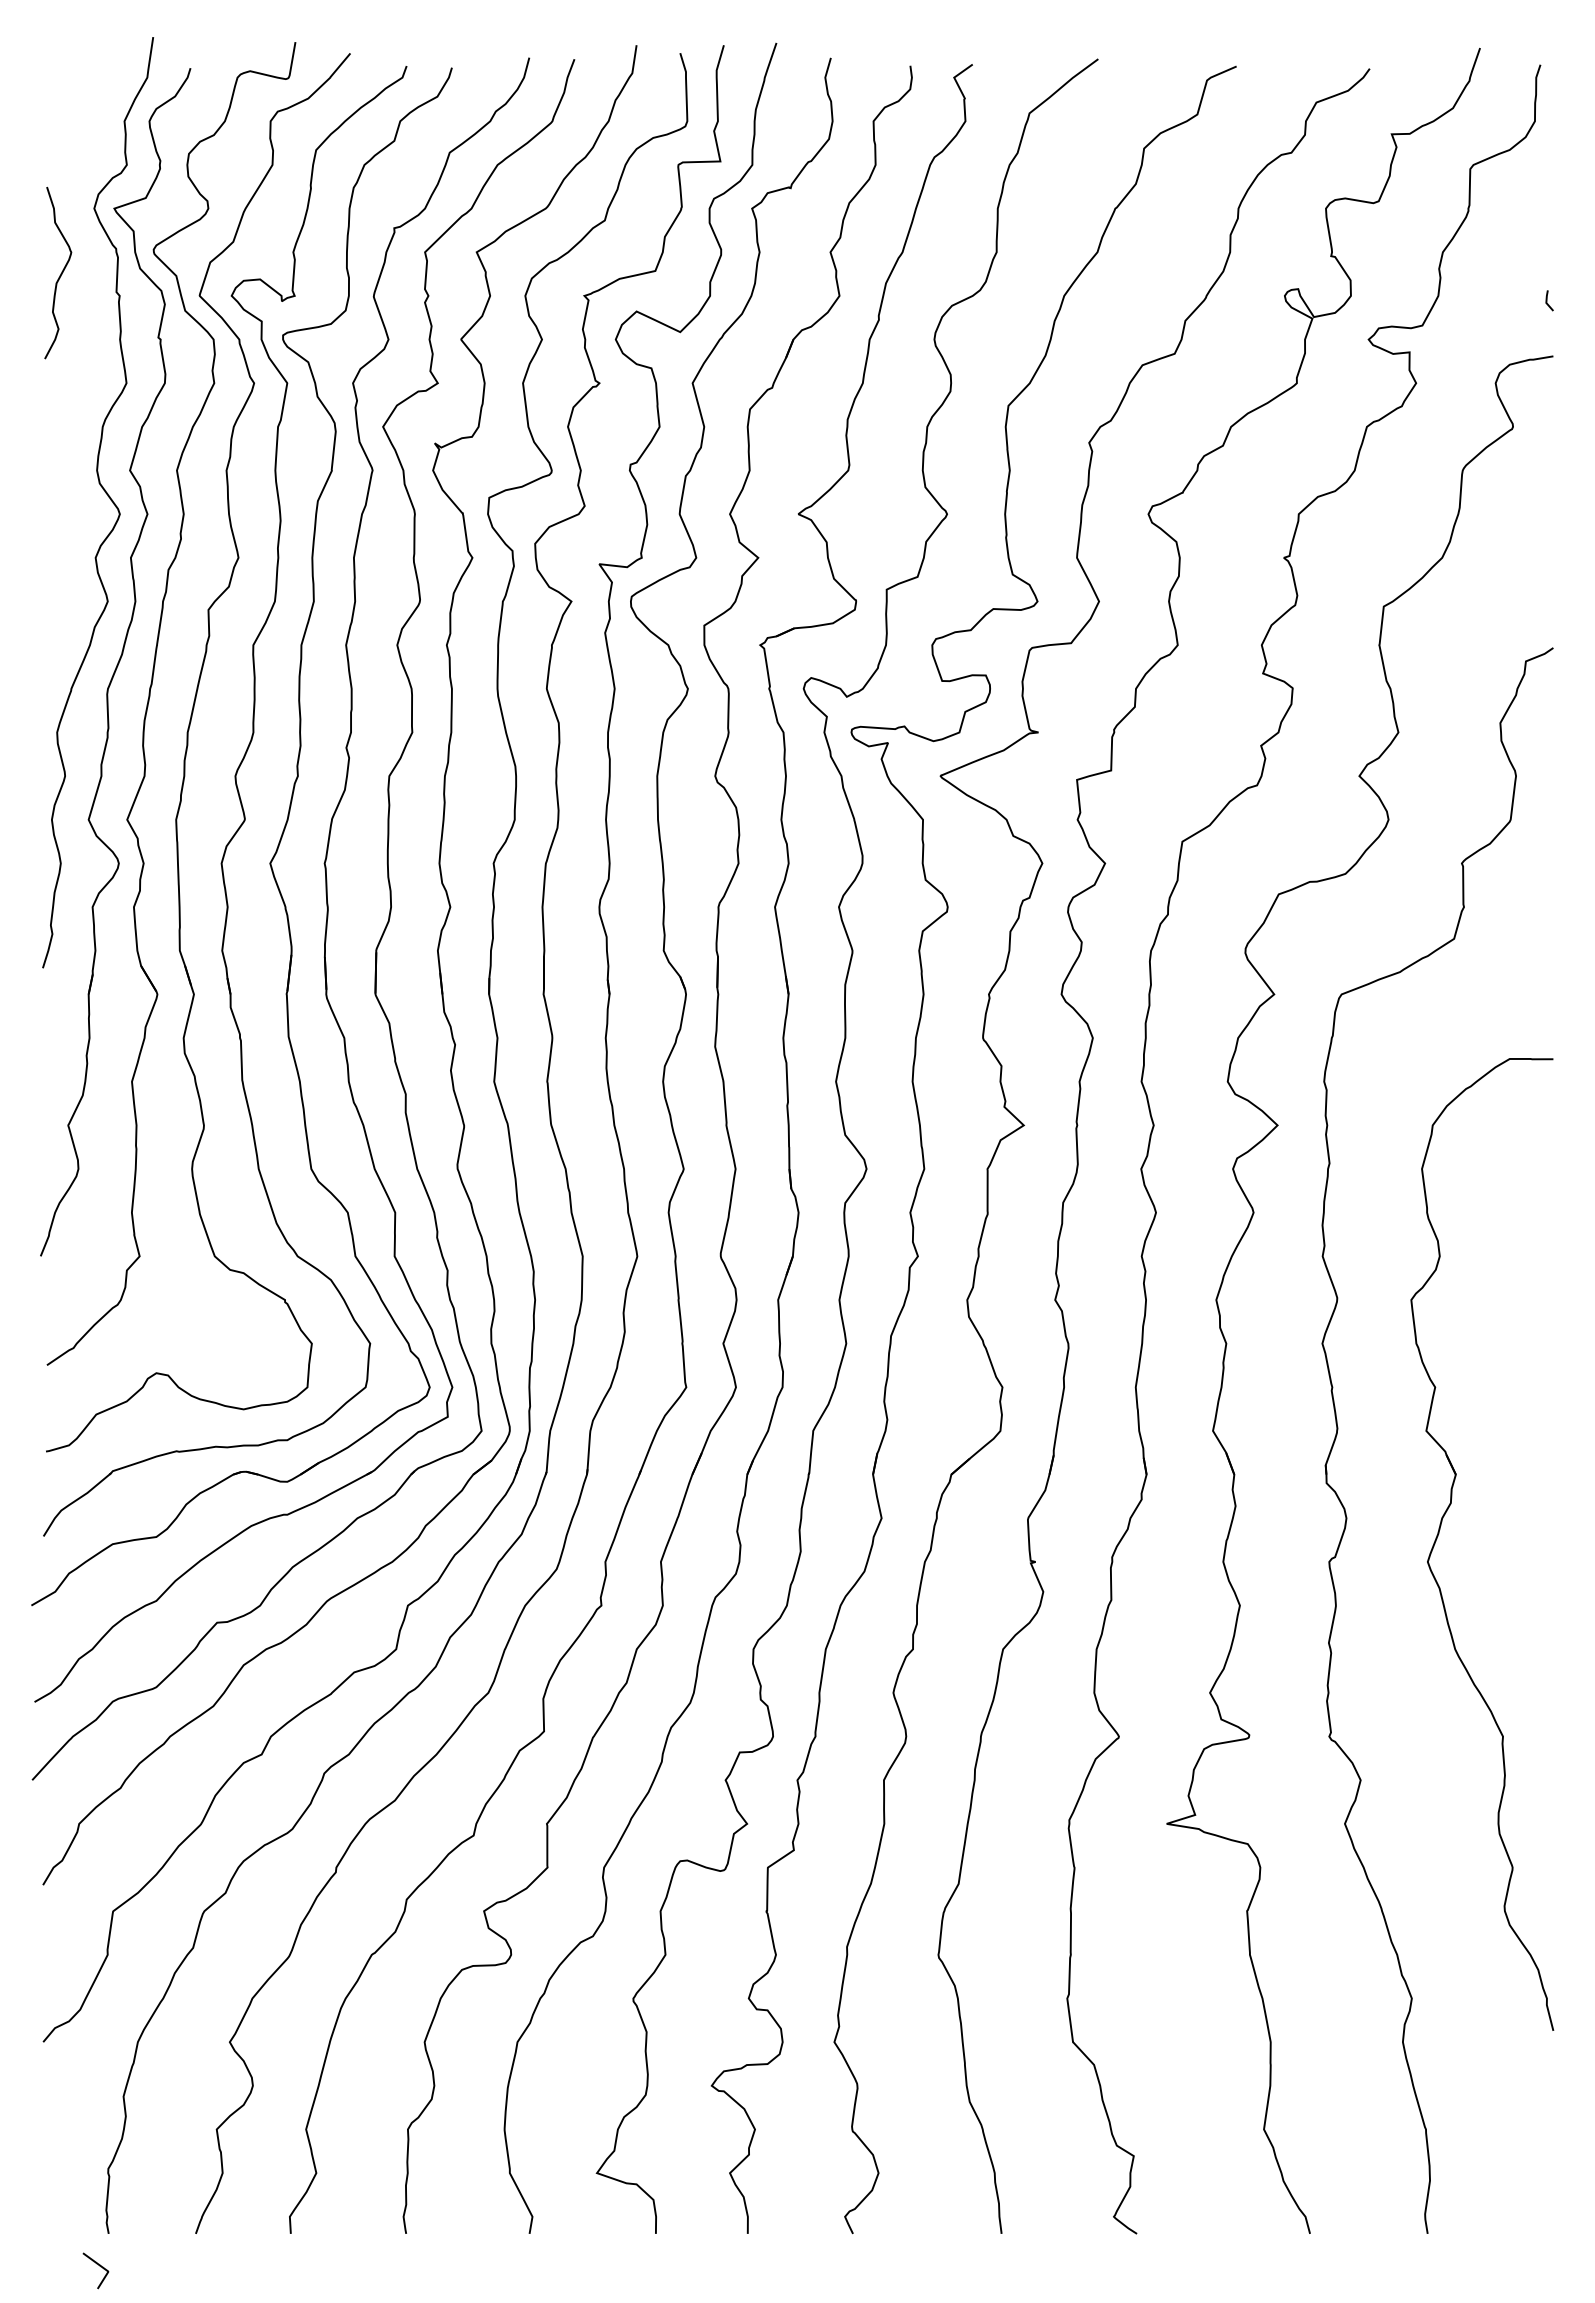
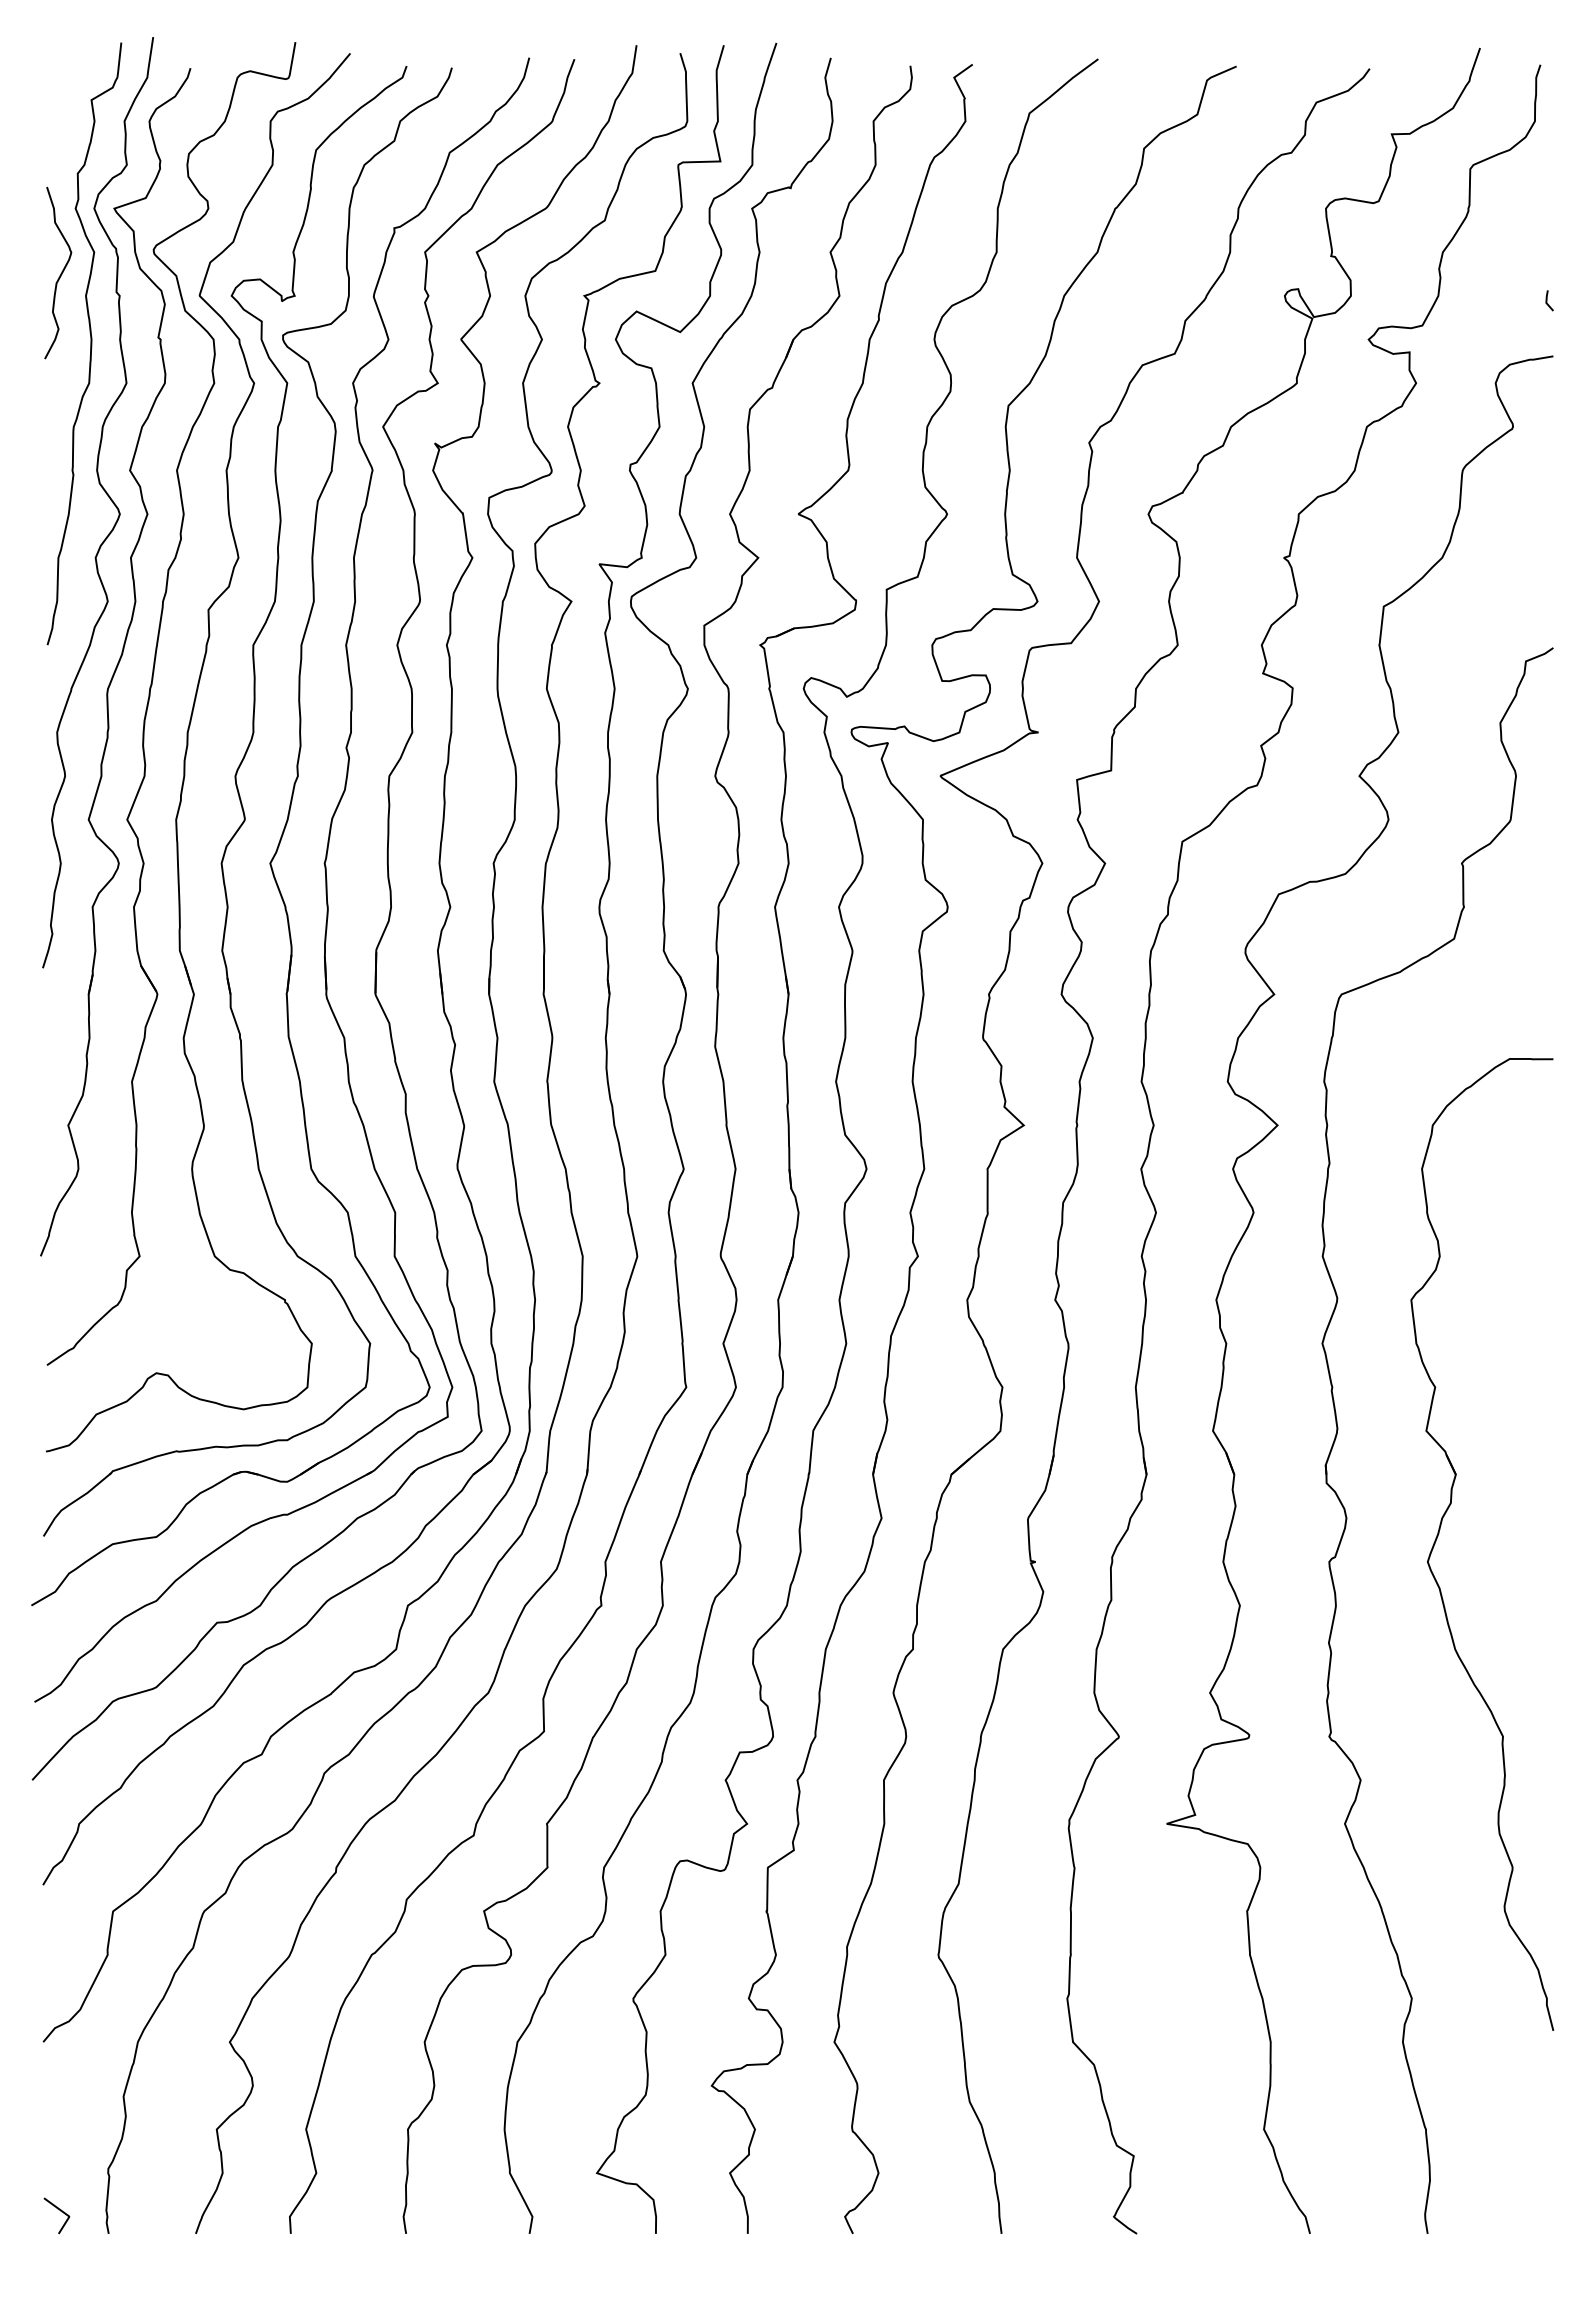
curve at (90, 343): none -> present
curve at (99, 2266) position: (99, 2266) -> (60, 2211)
